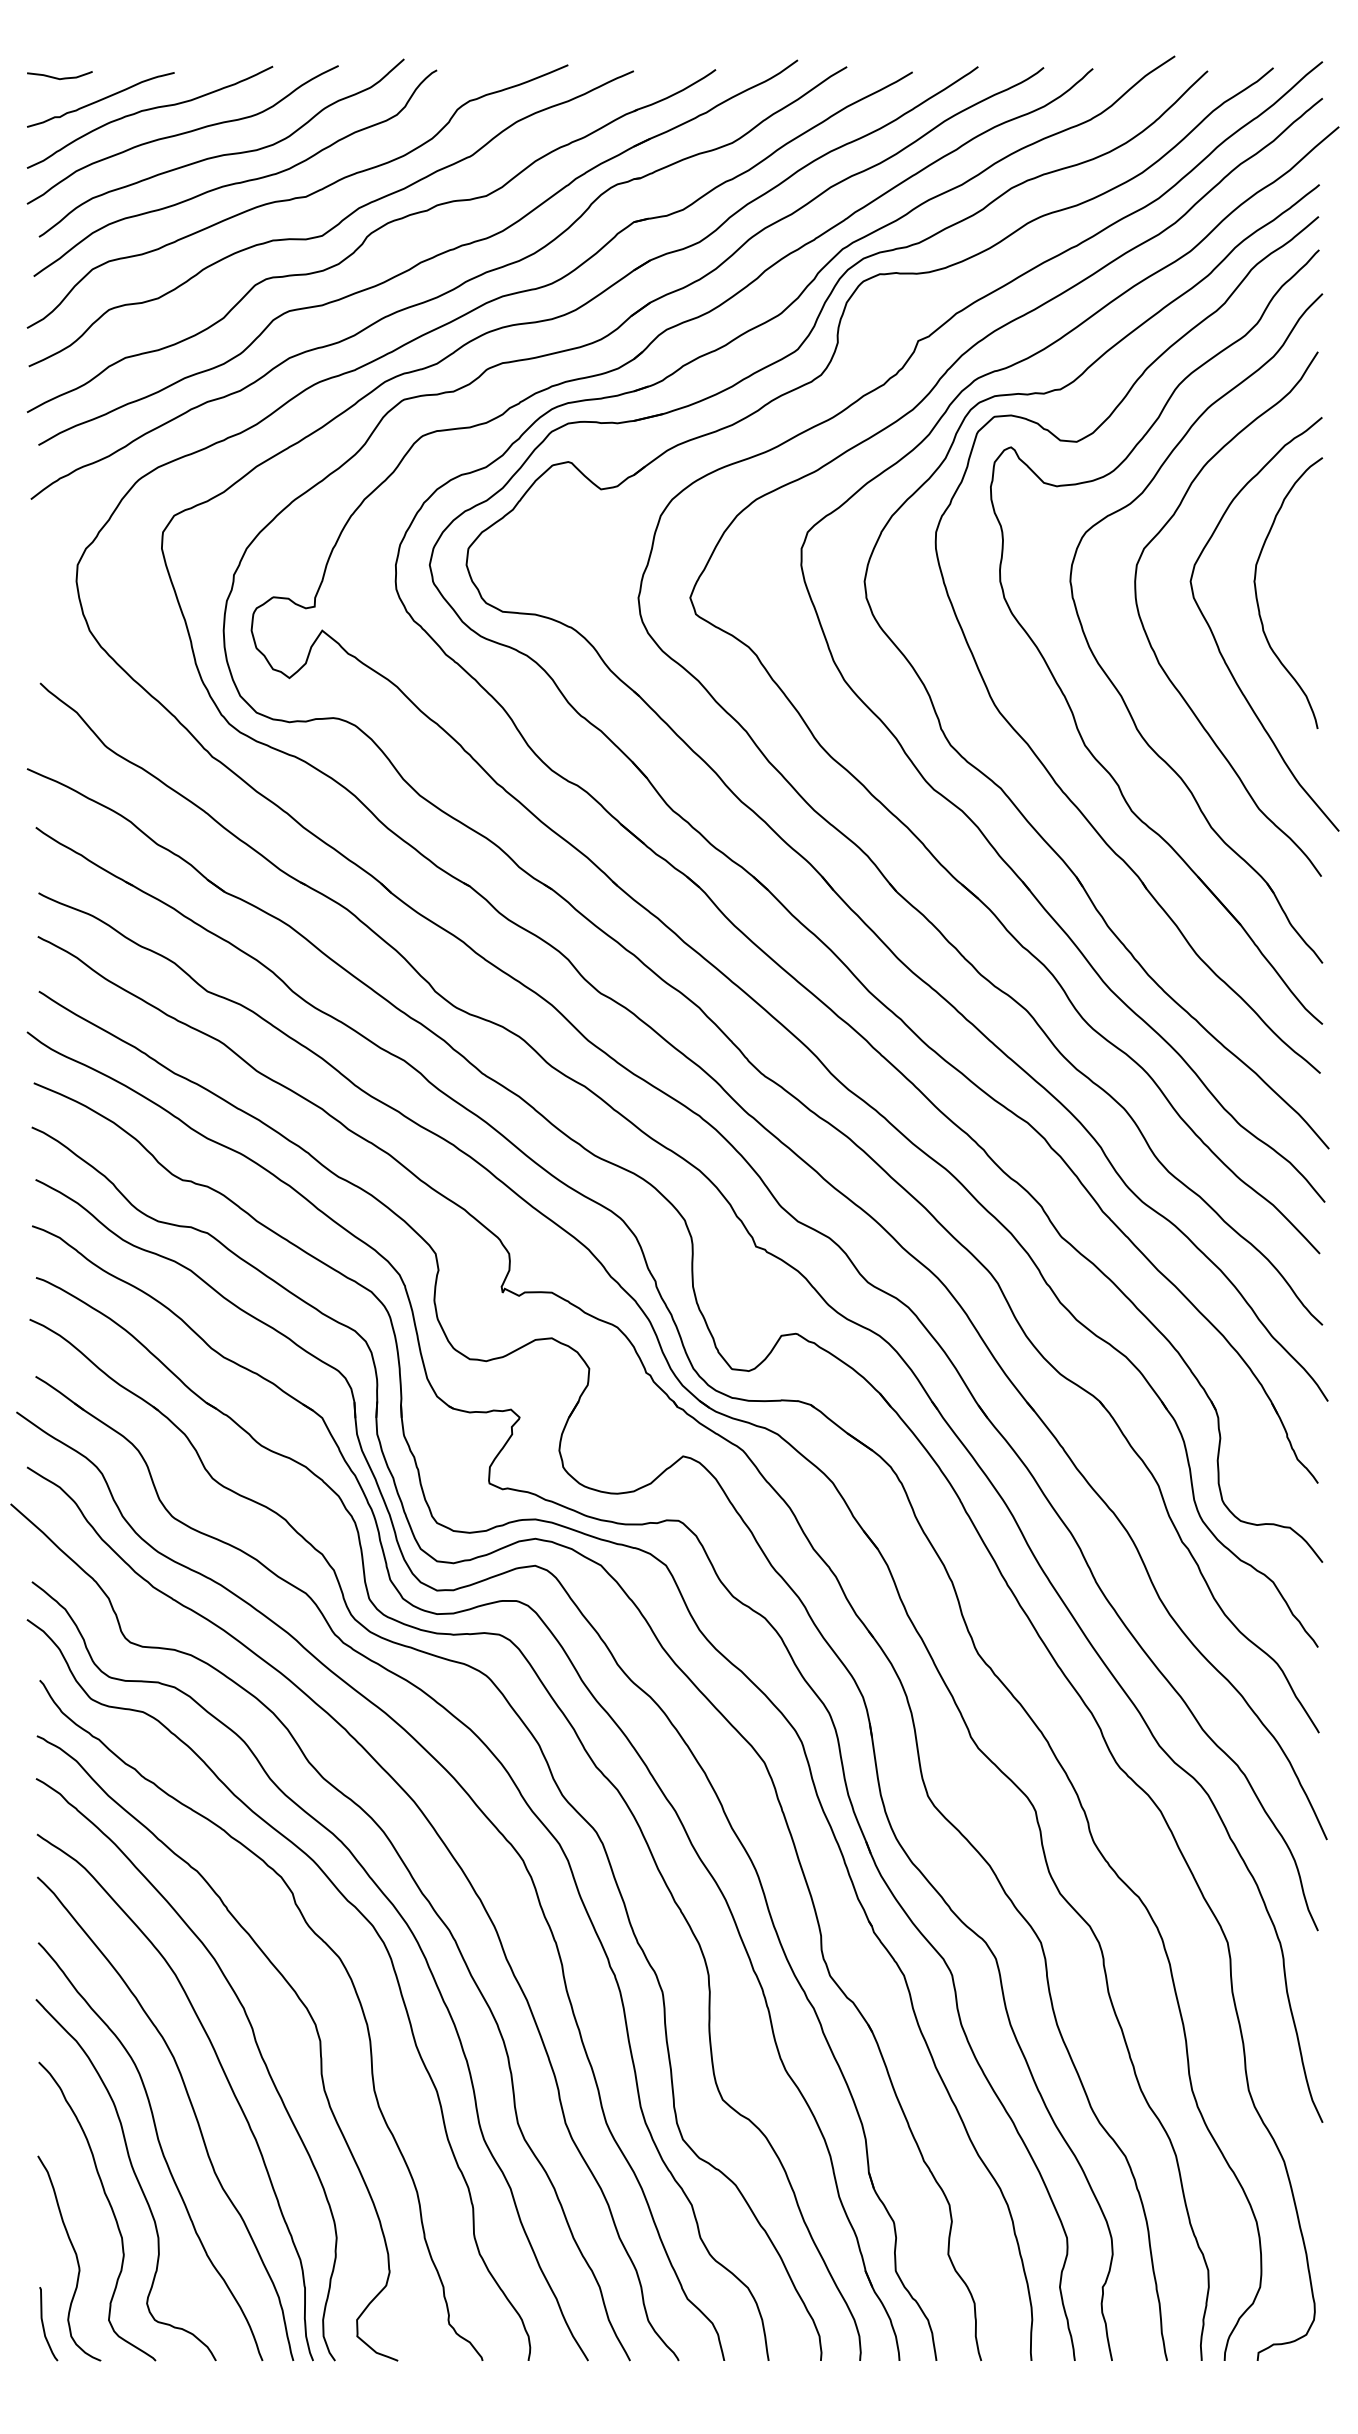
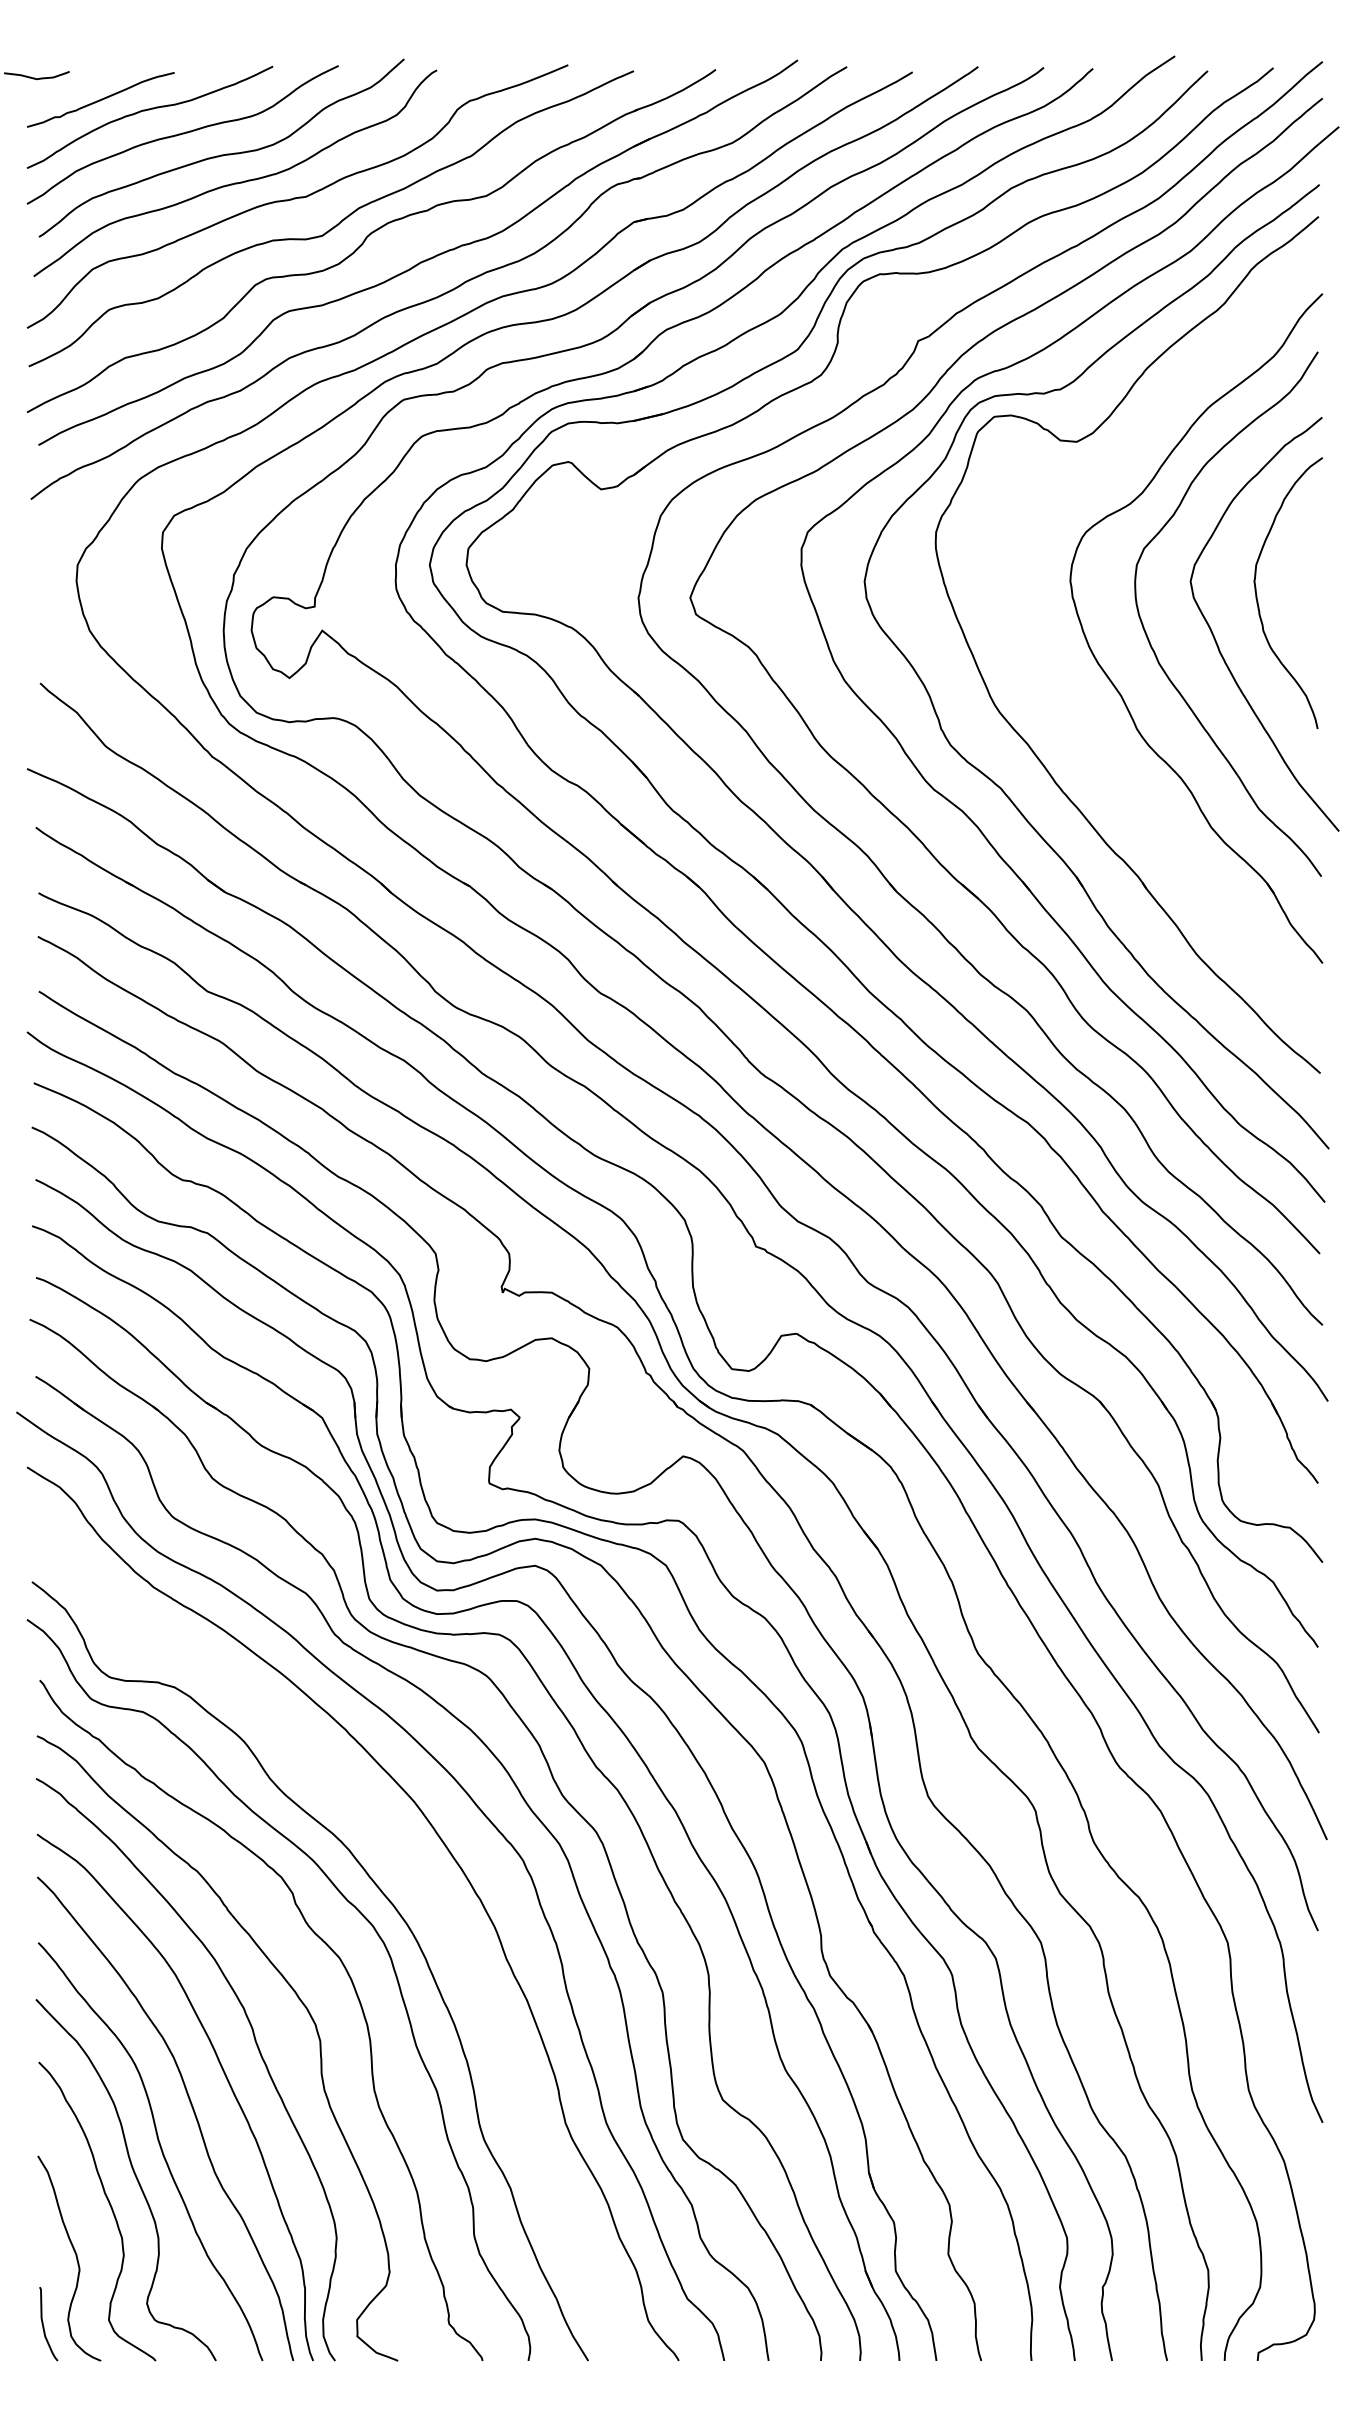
curve at (57, 77) position: (57, 77) -> (34, 77)
part at (1061, 688): present -> none
curve at (411, 1878): present -> none
